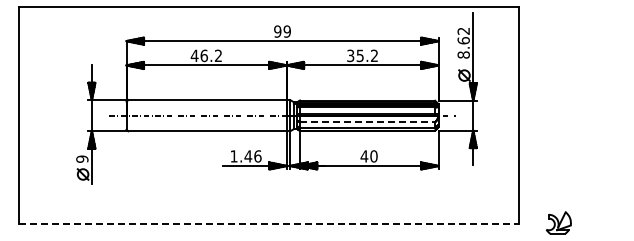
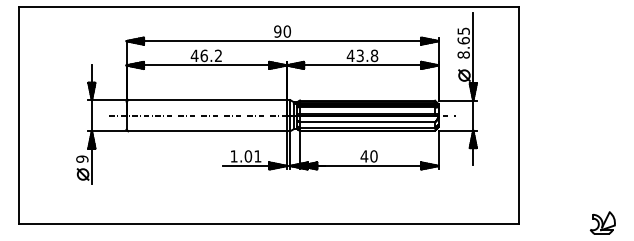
text at (463, 30): 8.62 -> 8.65
text at (286, 31): 99 -> 90
text at (362, 55): 35.2 -> 43.8
line at (367, 122): dashed -> solid
text at (252, 156): 1.46 -> 1.01
part at (558, 222) position: (558, 222) -> (602, 222)
line at (268, 224): dashed -> solid
